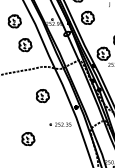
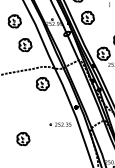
part at (42, 96) position: (42, 96) -> (42, 84)
part at (28, 139) position: (28, 139) -> (23, 139)
